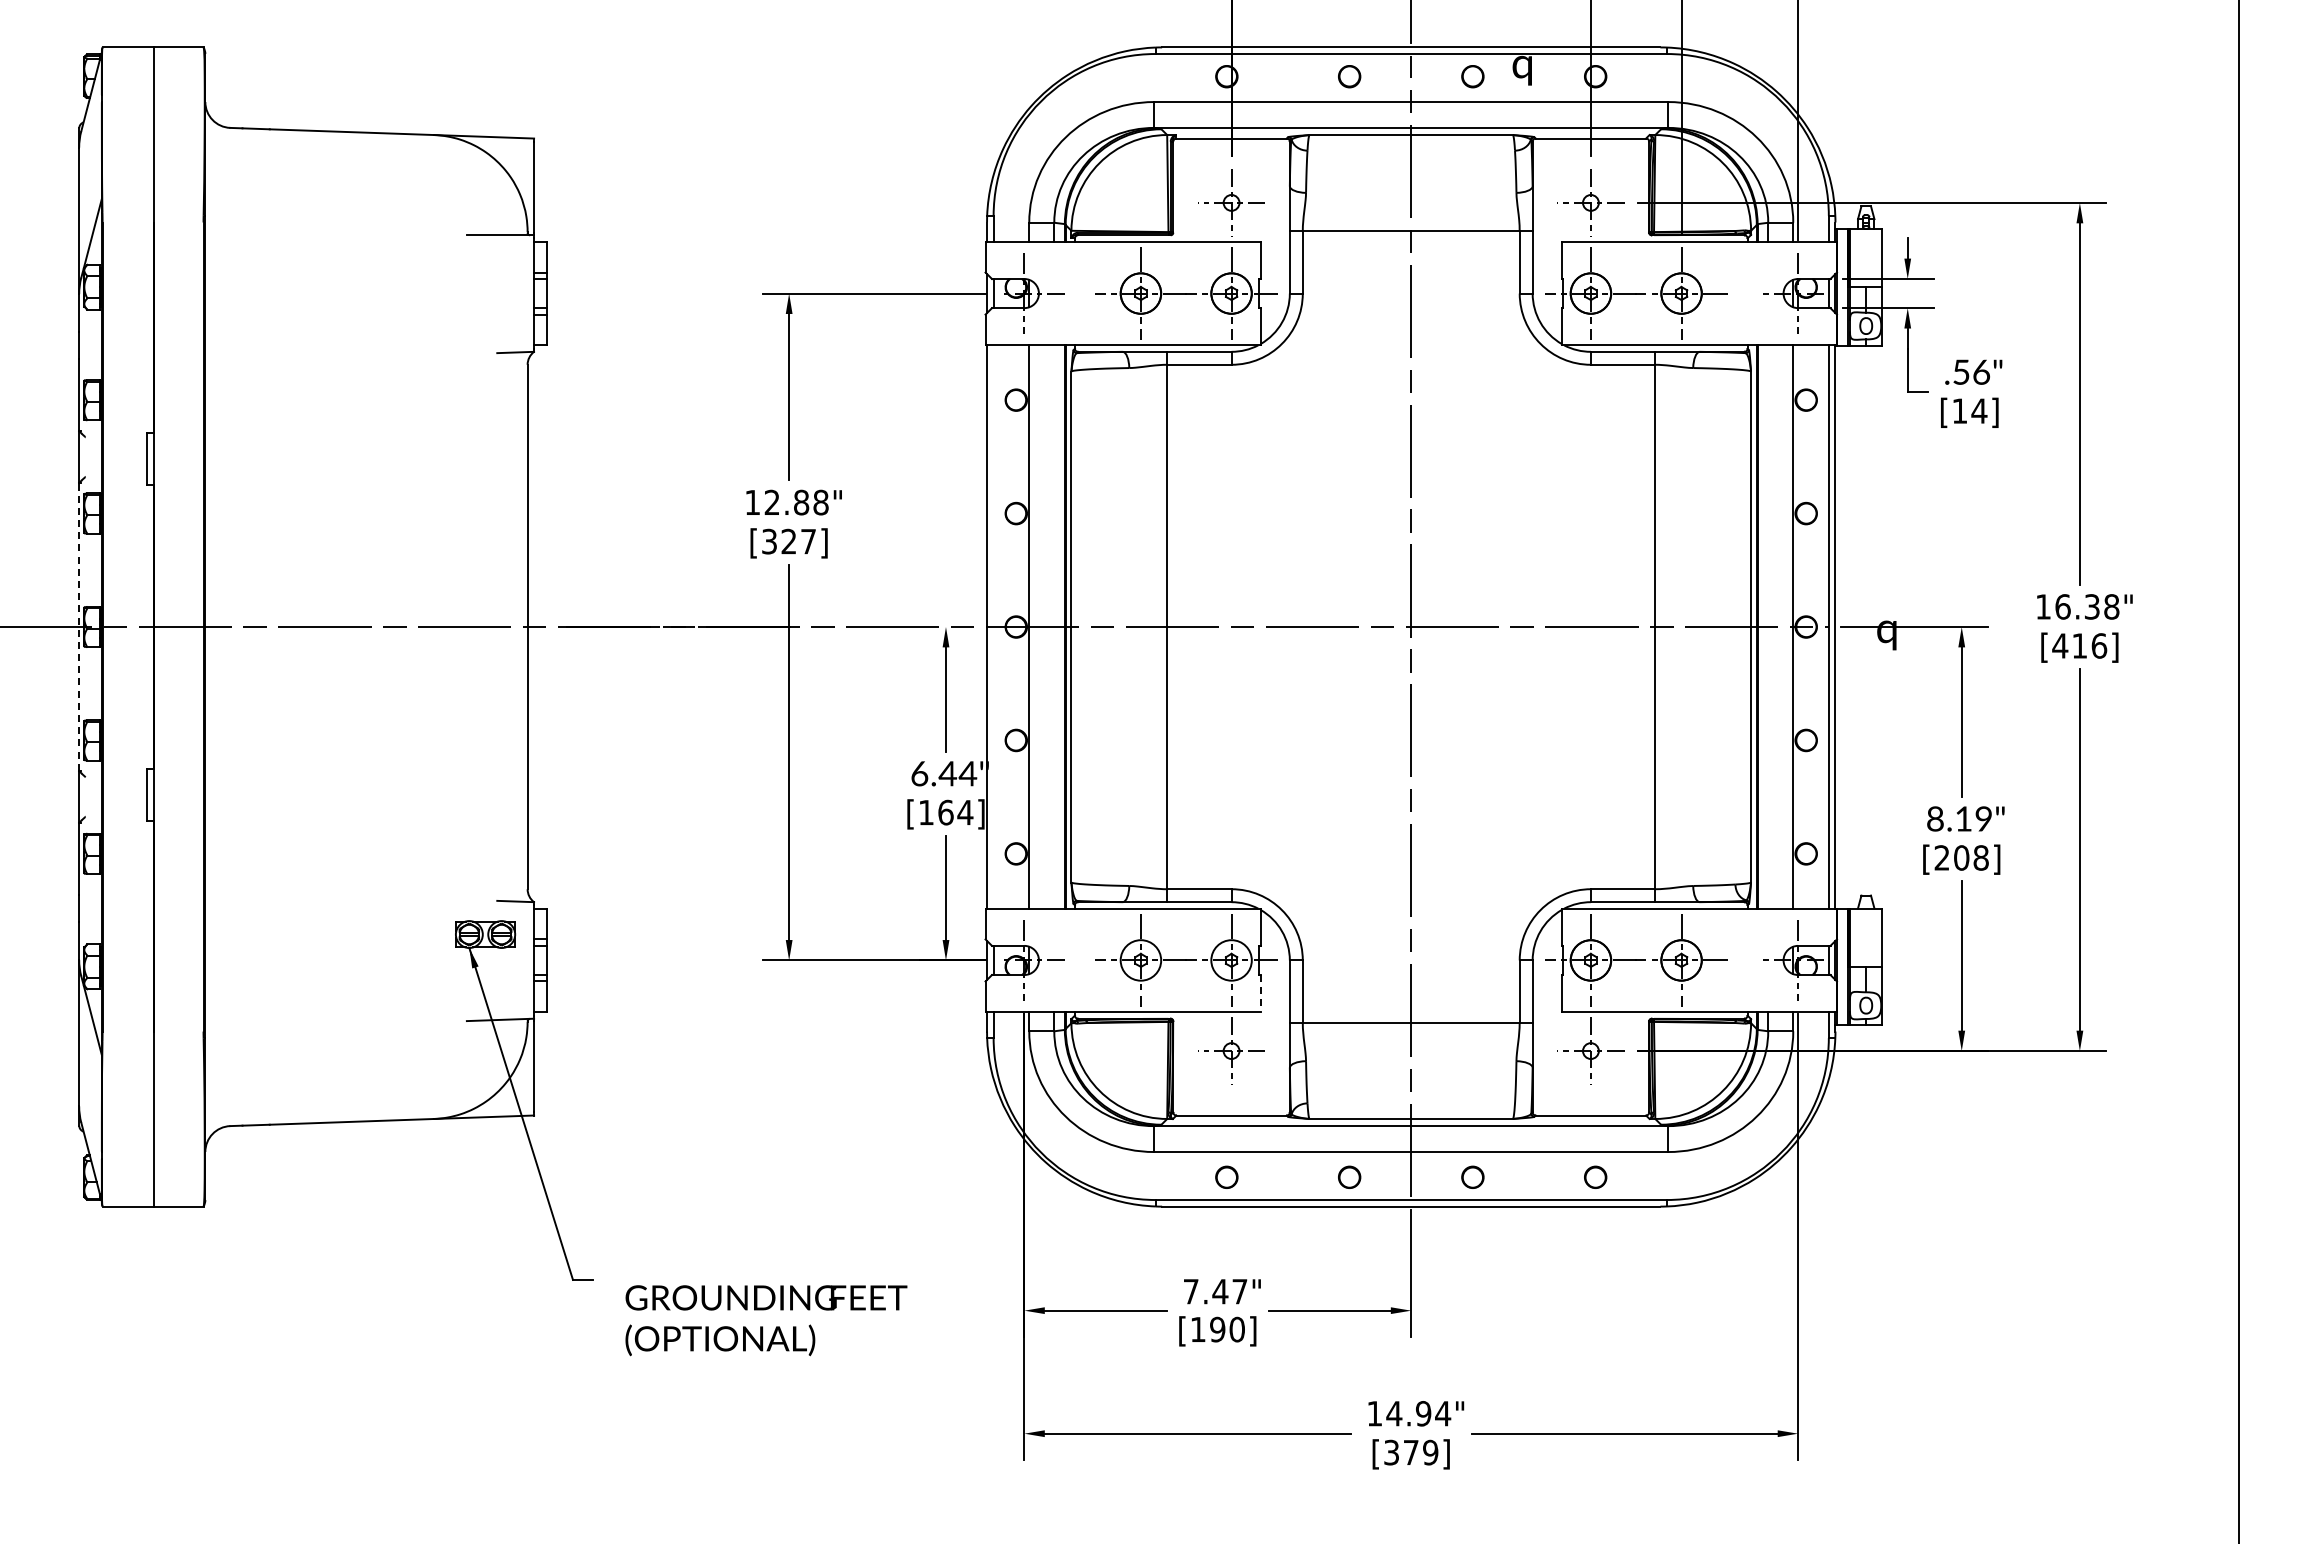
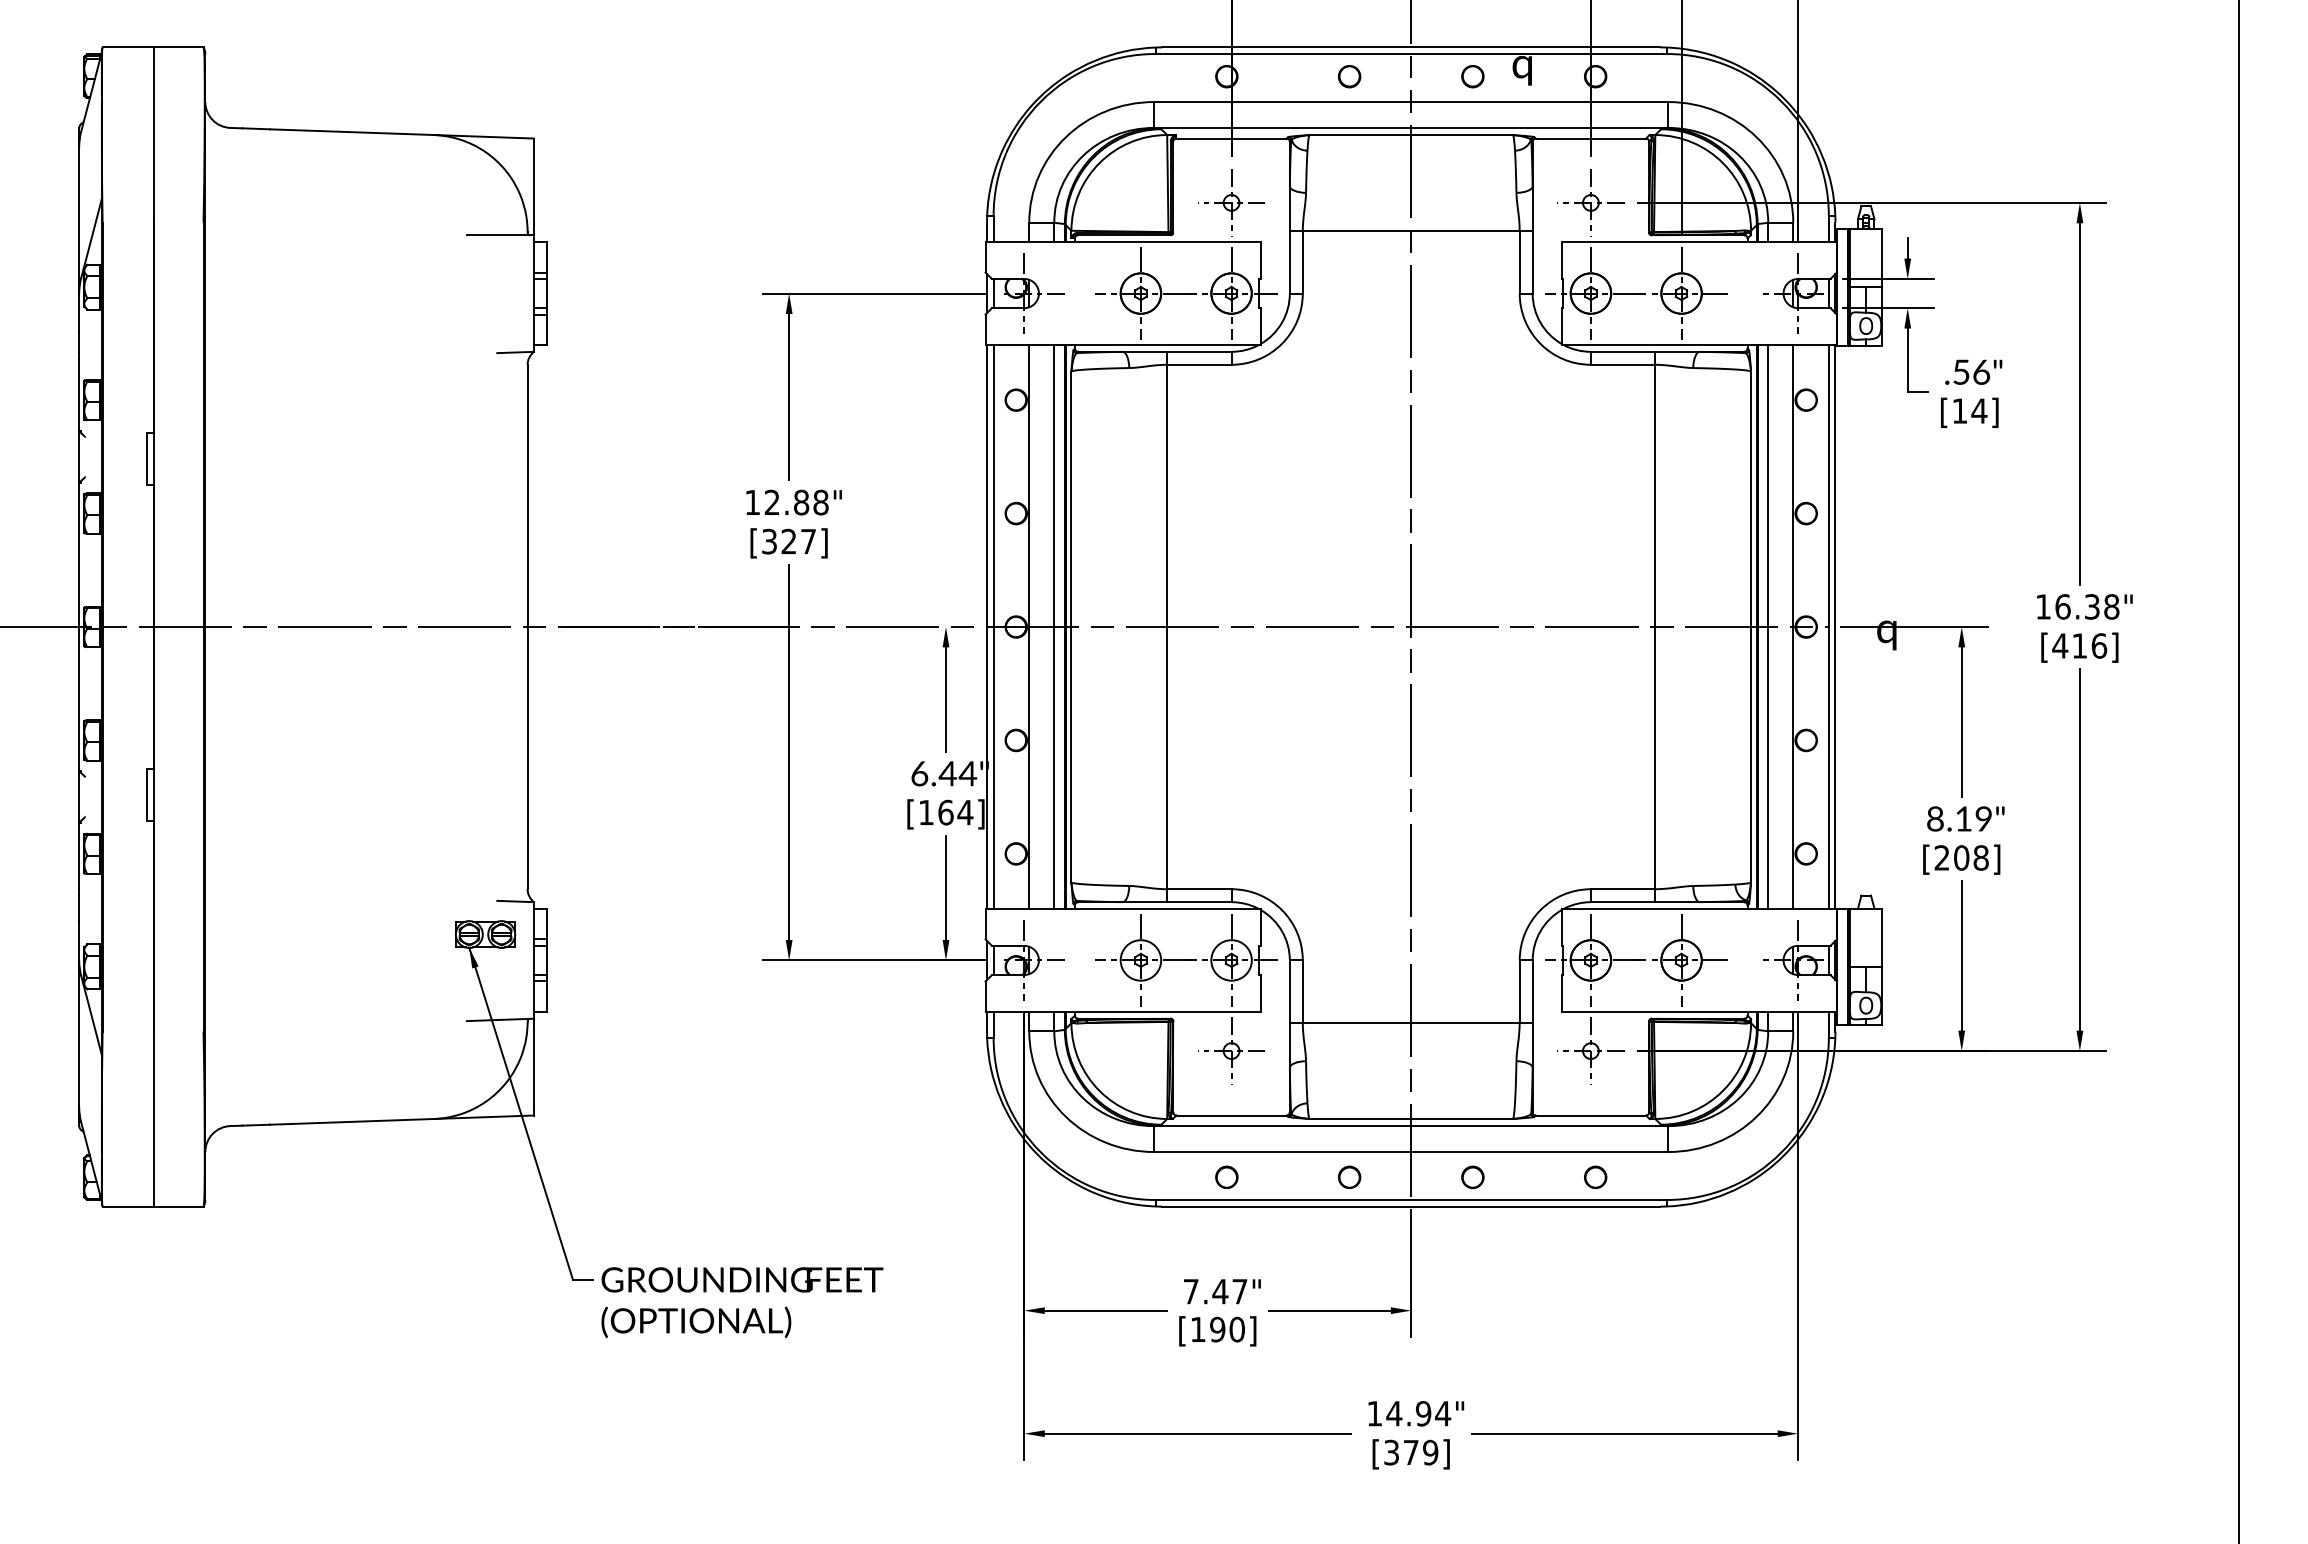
line at (993, 626): none -> present
line at (1054, 626): none -> present
line at (1768, 626): none -> present
line at (79, 627): dashed -> solid
line at (1260, 993): dashed -> solid
text at (766, 1320) position: (766, 1320) -> (742, 1302)
